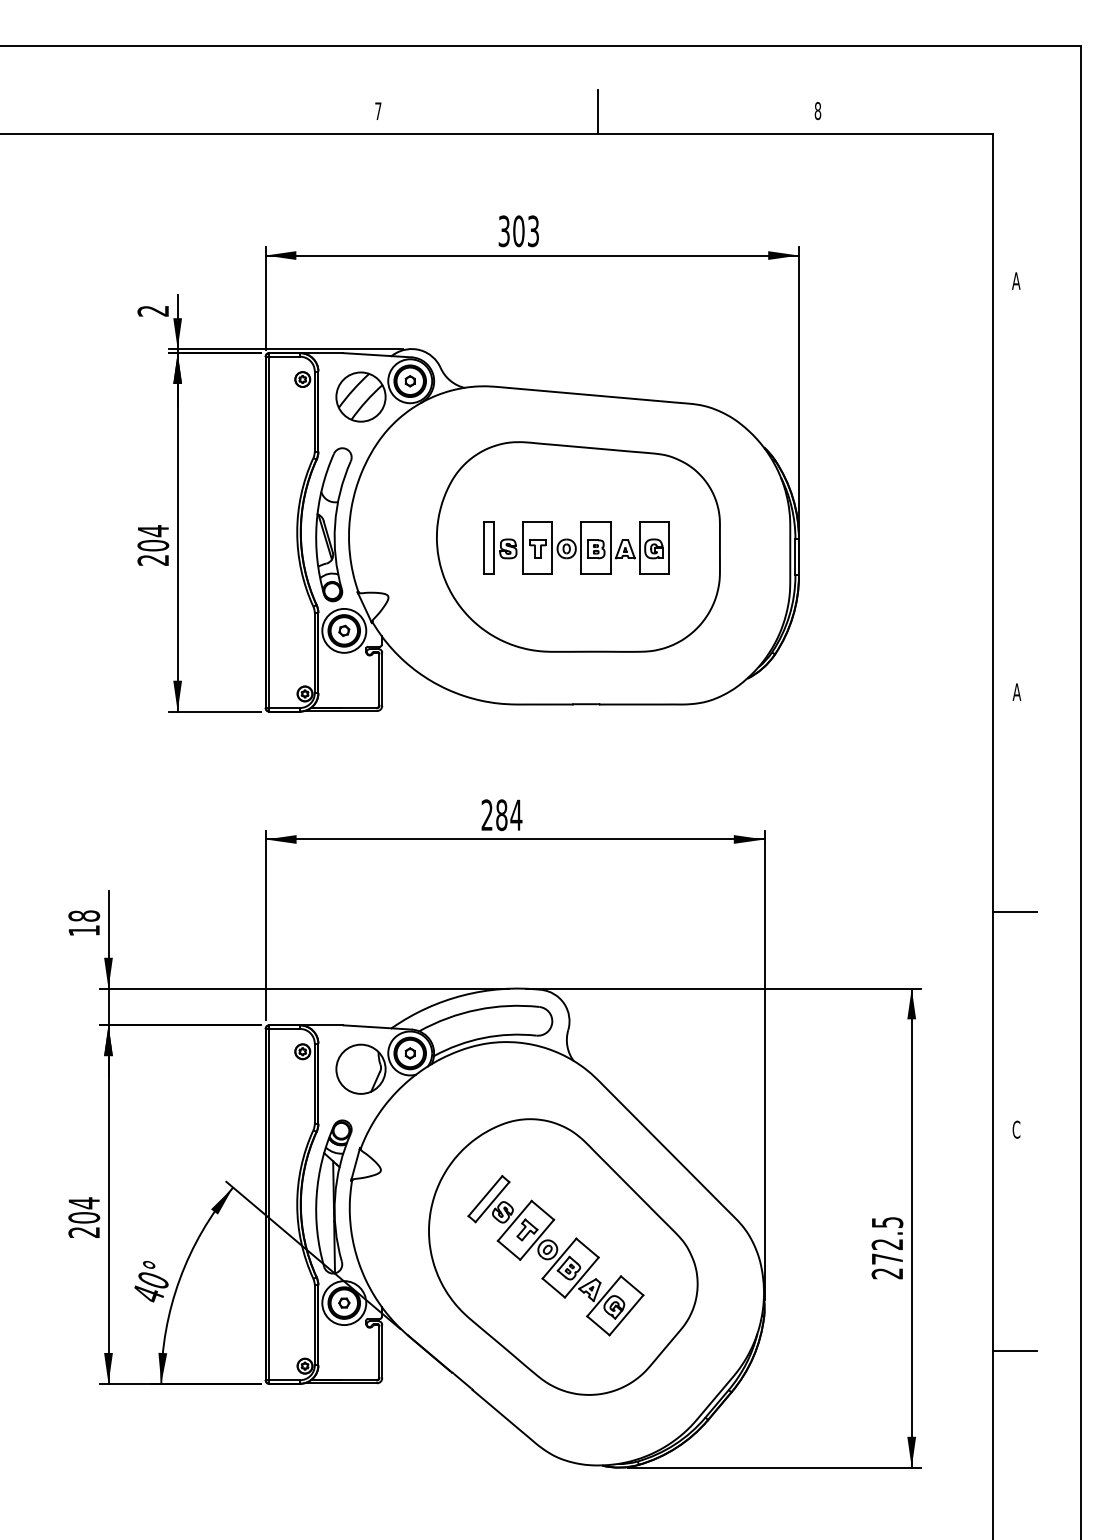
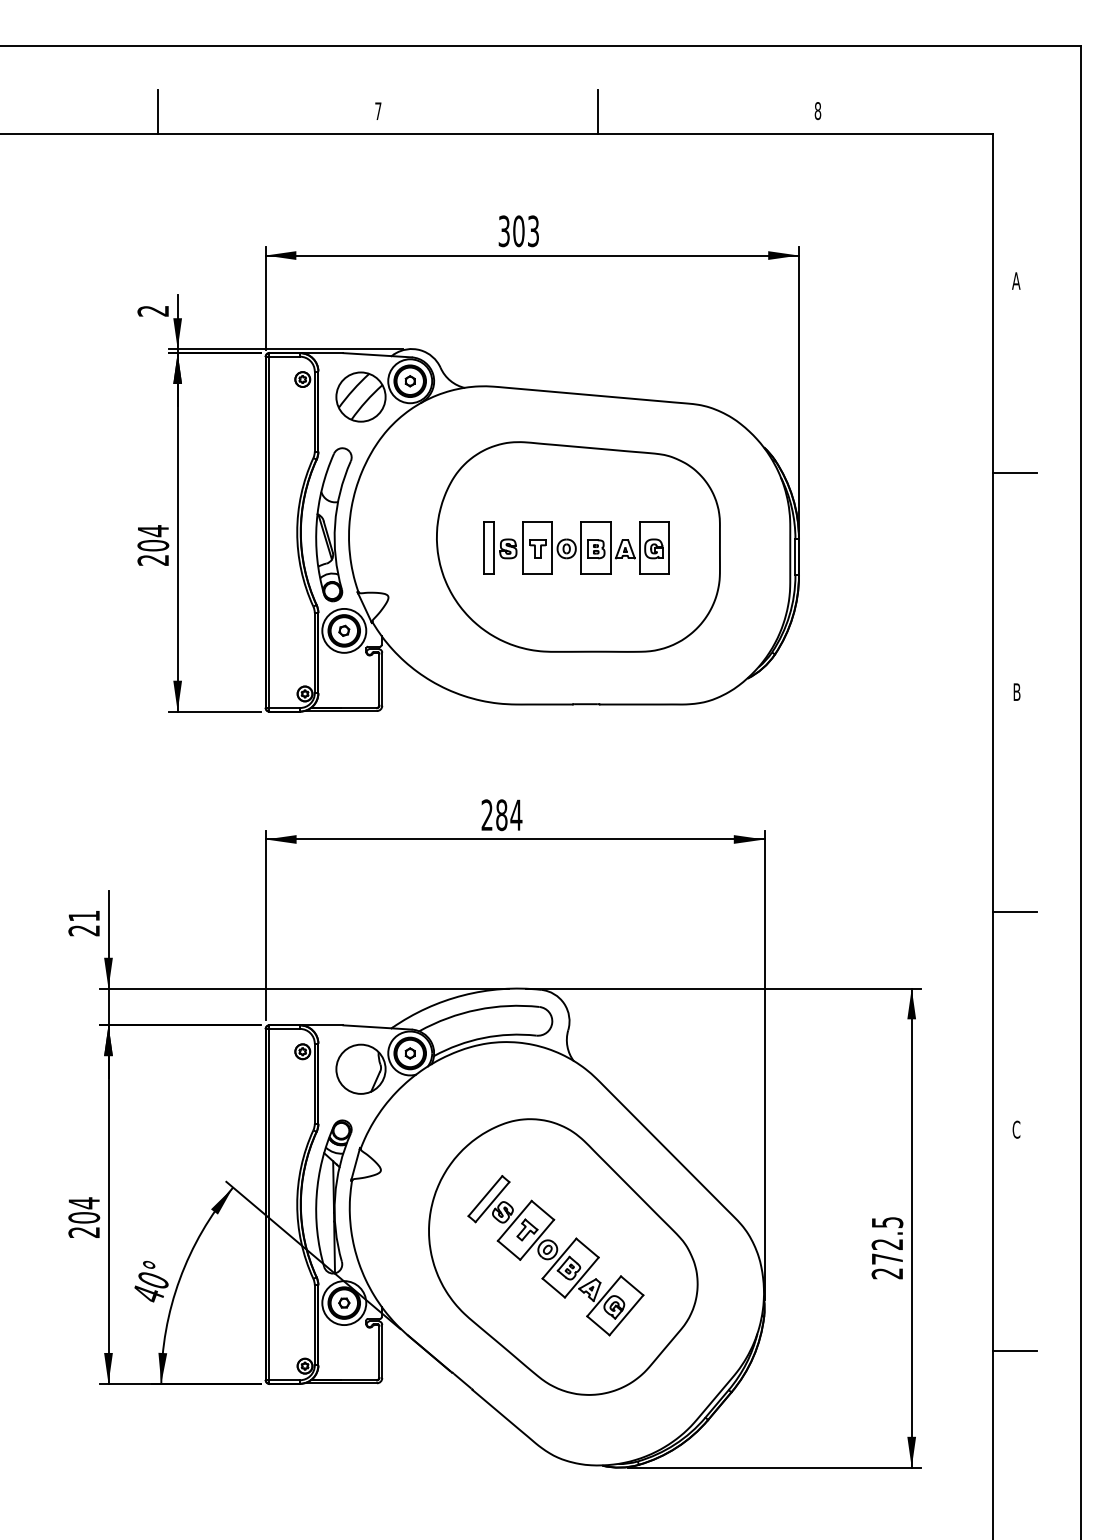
line at (158, 112): none -> present
line at (1015, 472): none -> present
text at (1016, 691): A -> B
text at (84, 923): 18 -> 21
